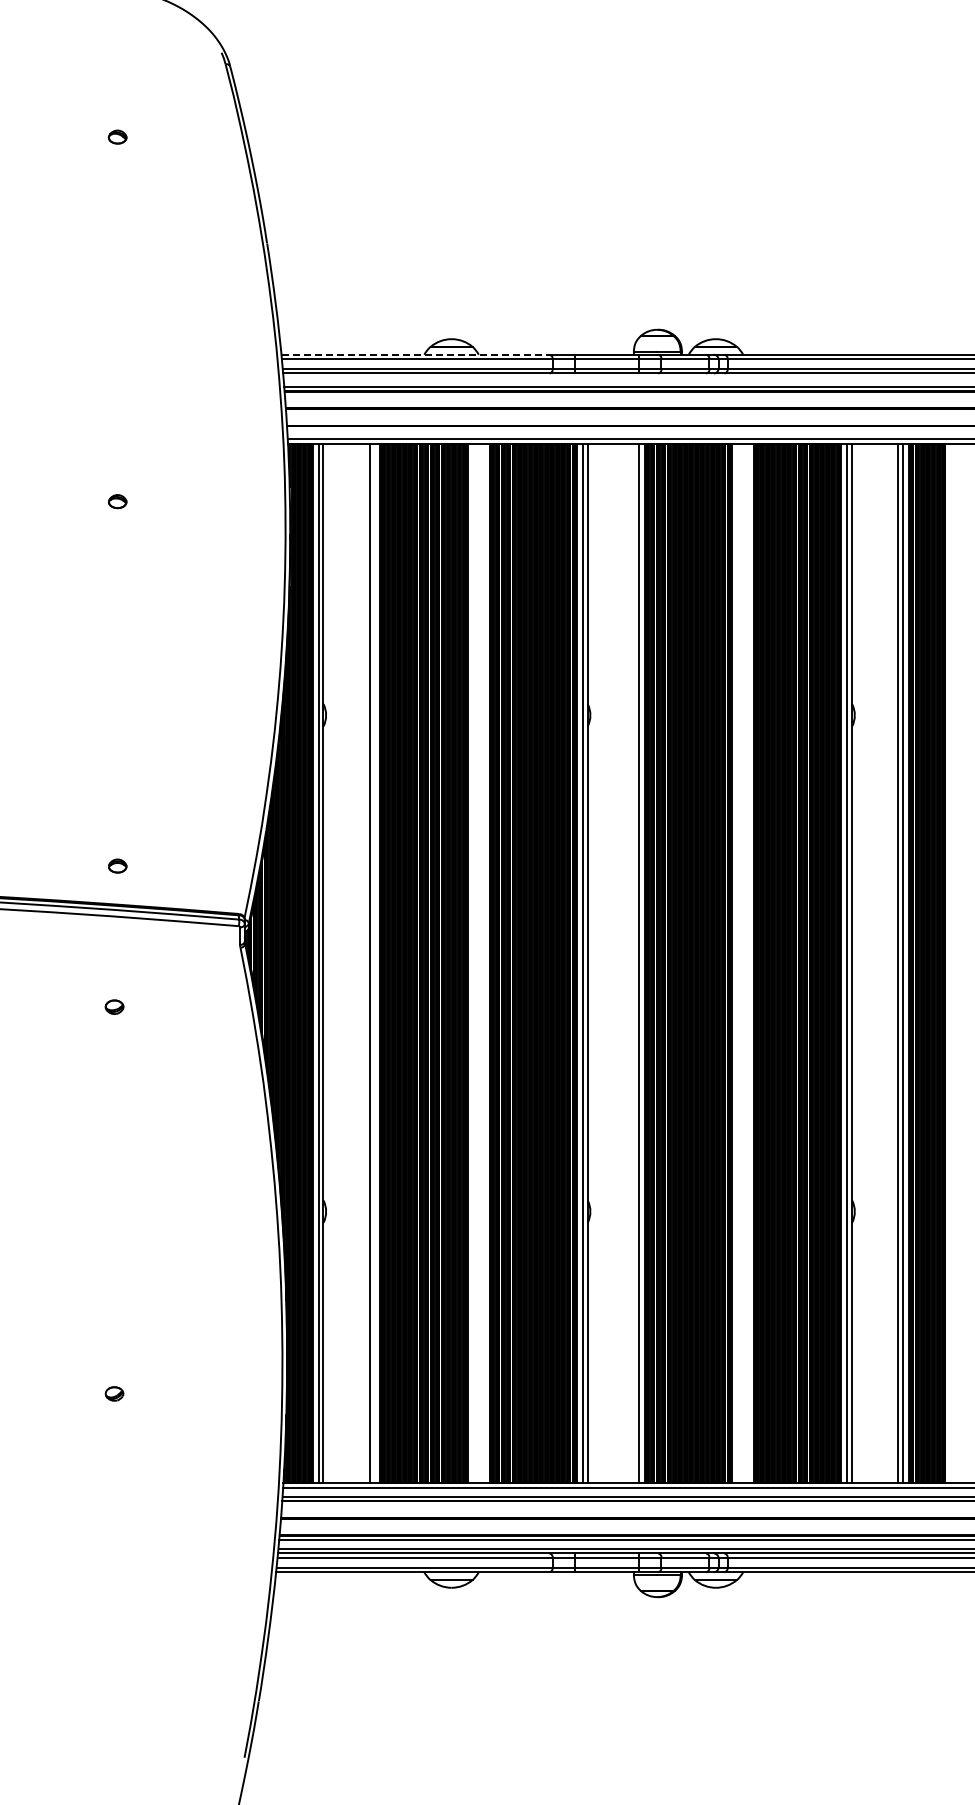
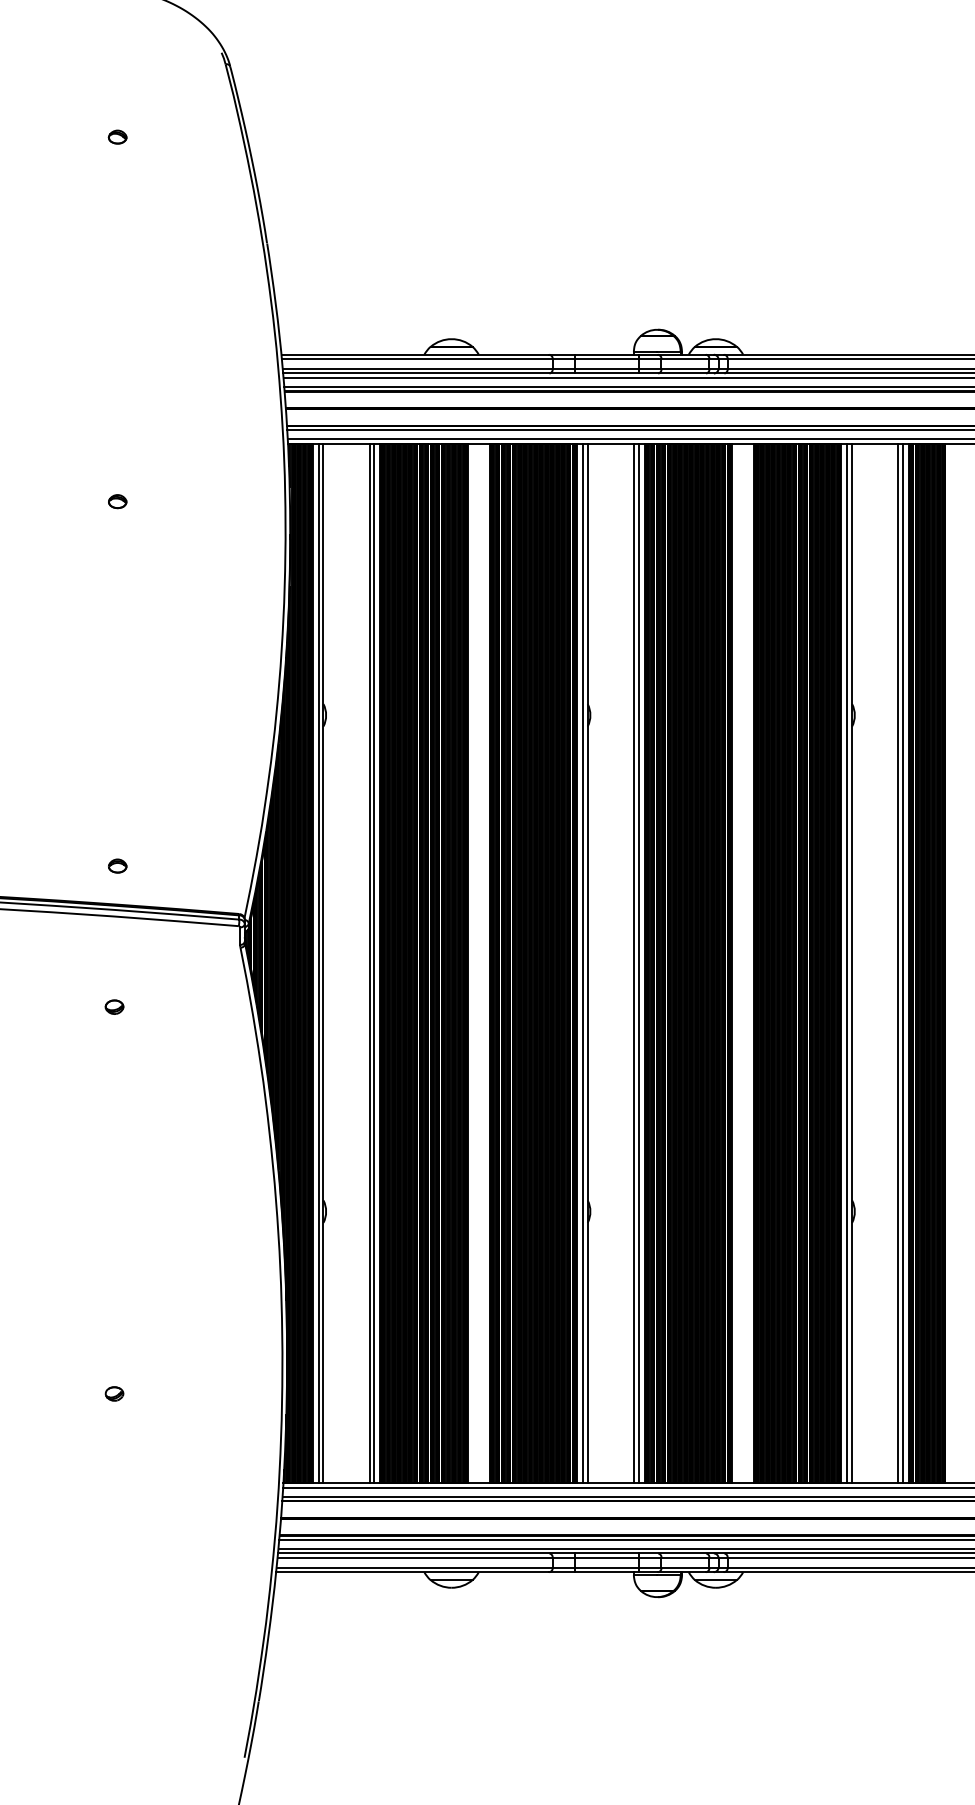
line at (415, 354): dashed -> solid
line at (627, 378): none -> present
line at (629, 429): none -> present
line at (374, 963): none -> present
line at (633, 963): none -> present
